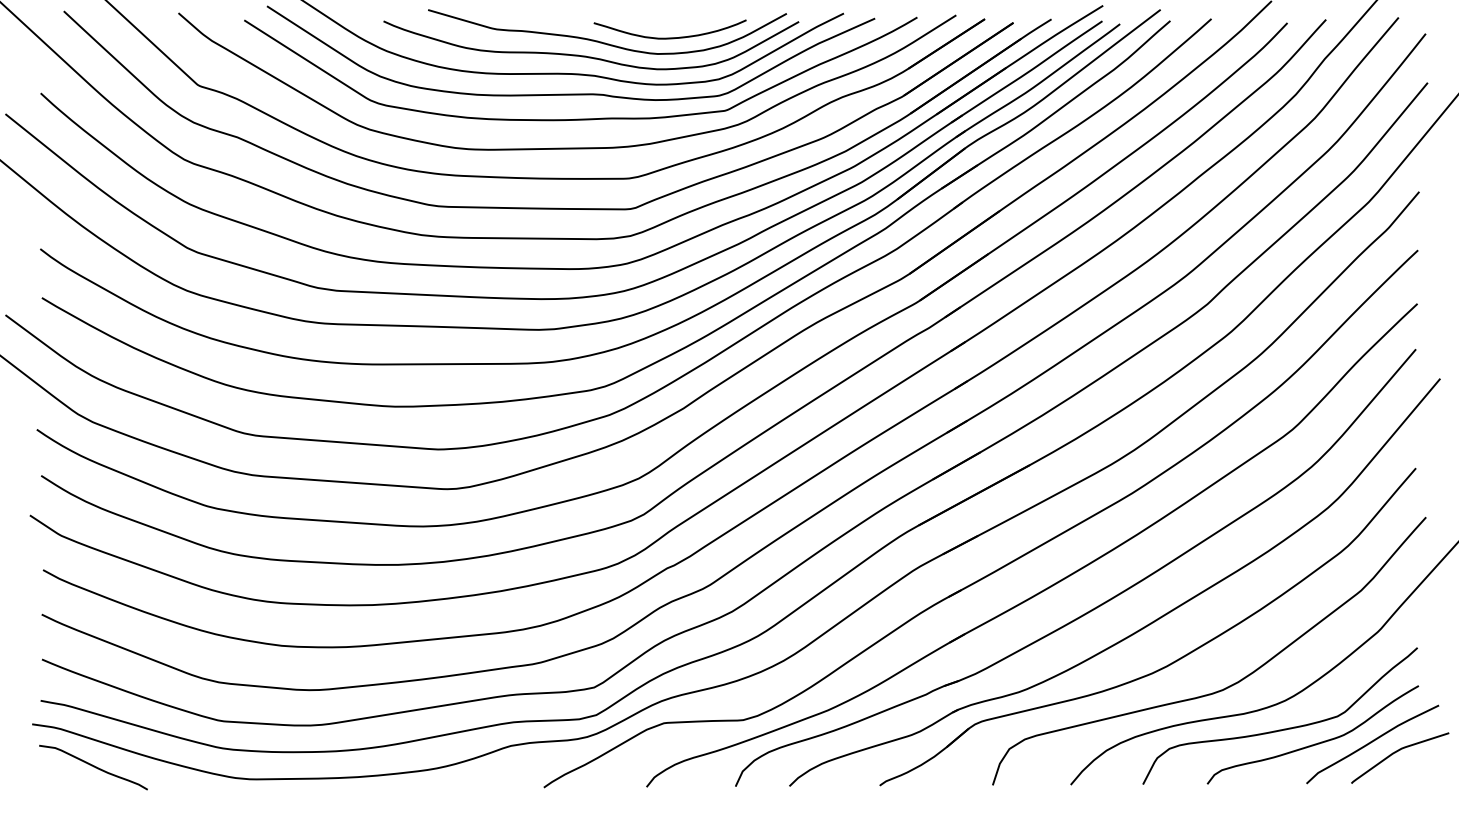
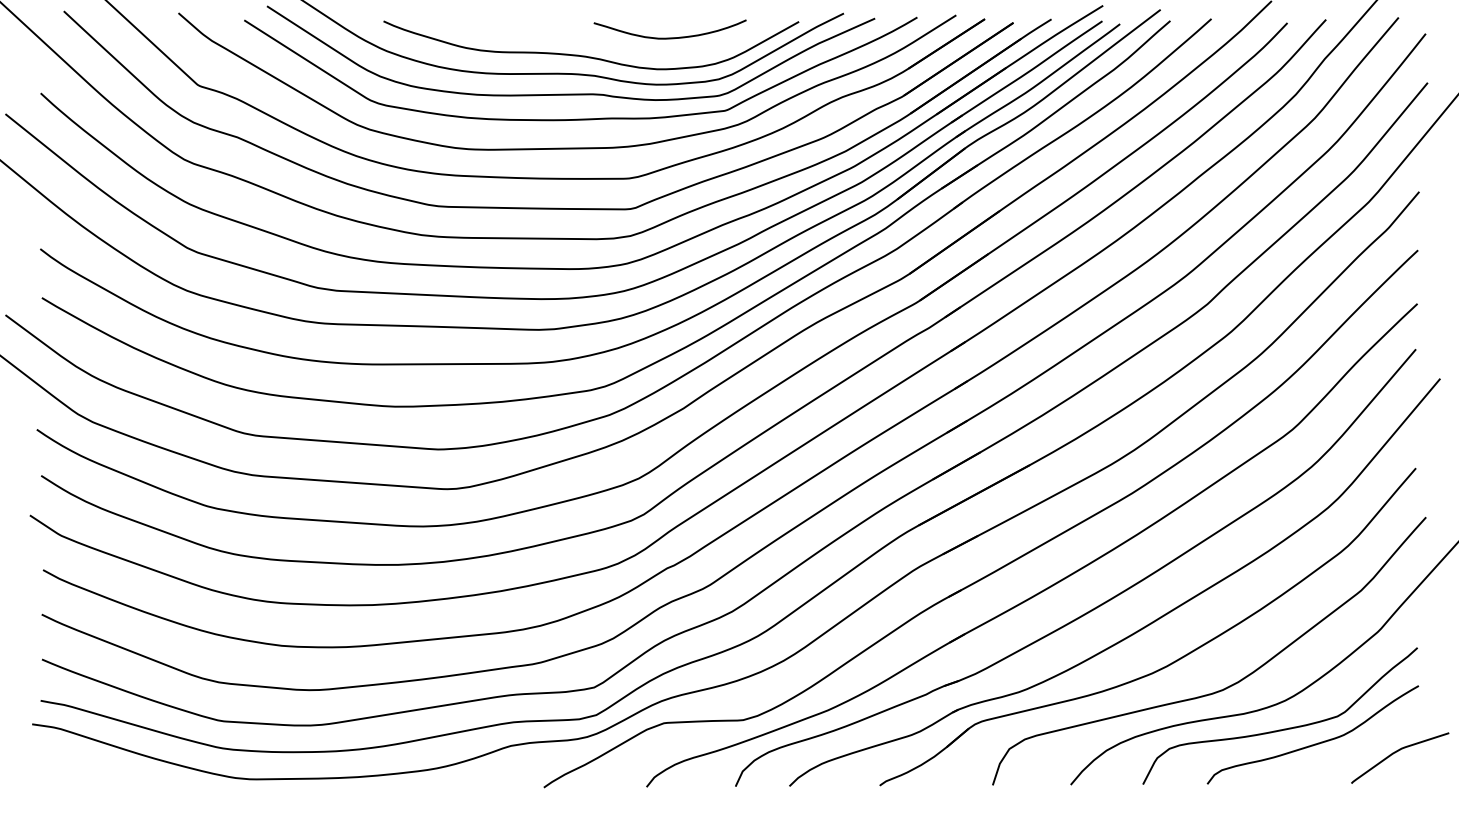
curve at (605, 42): present -> none
curve at (1371, 743): present -> none
curve at (93, 767): present -> none
